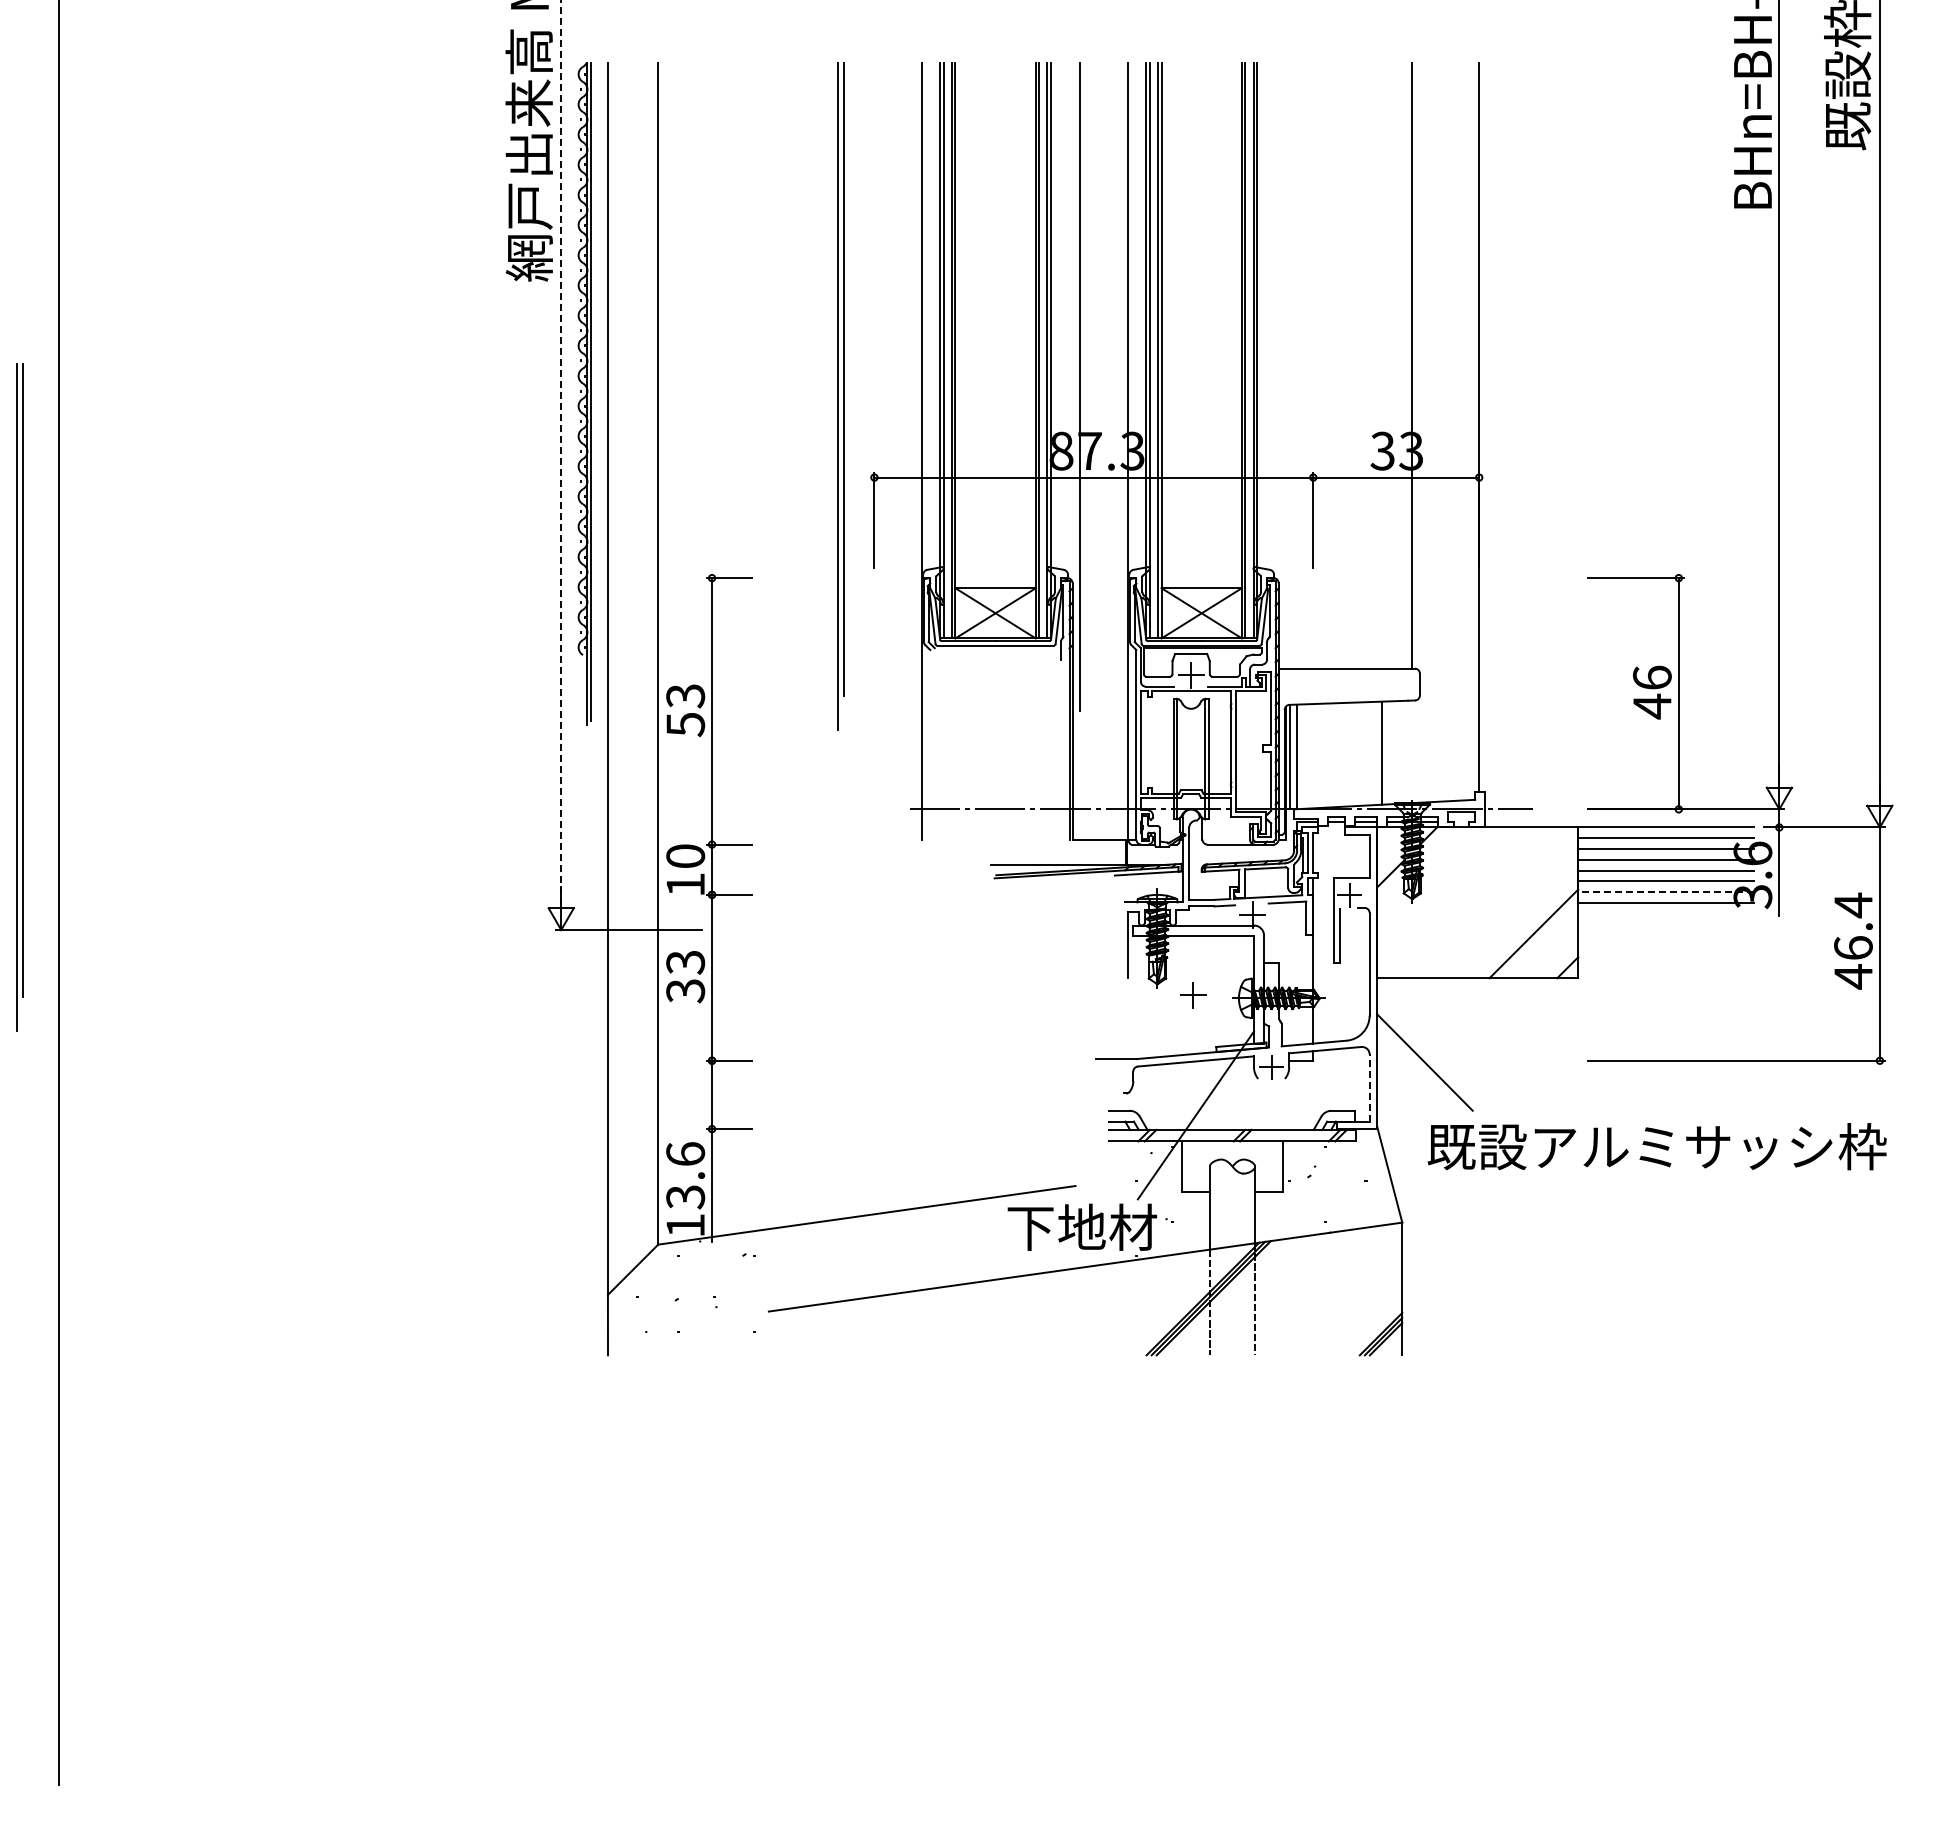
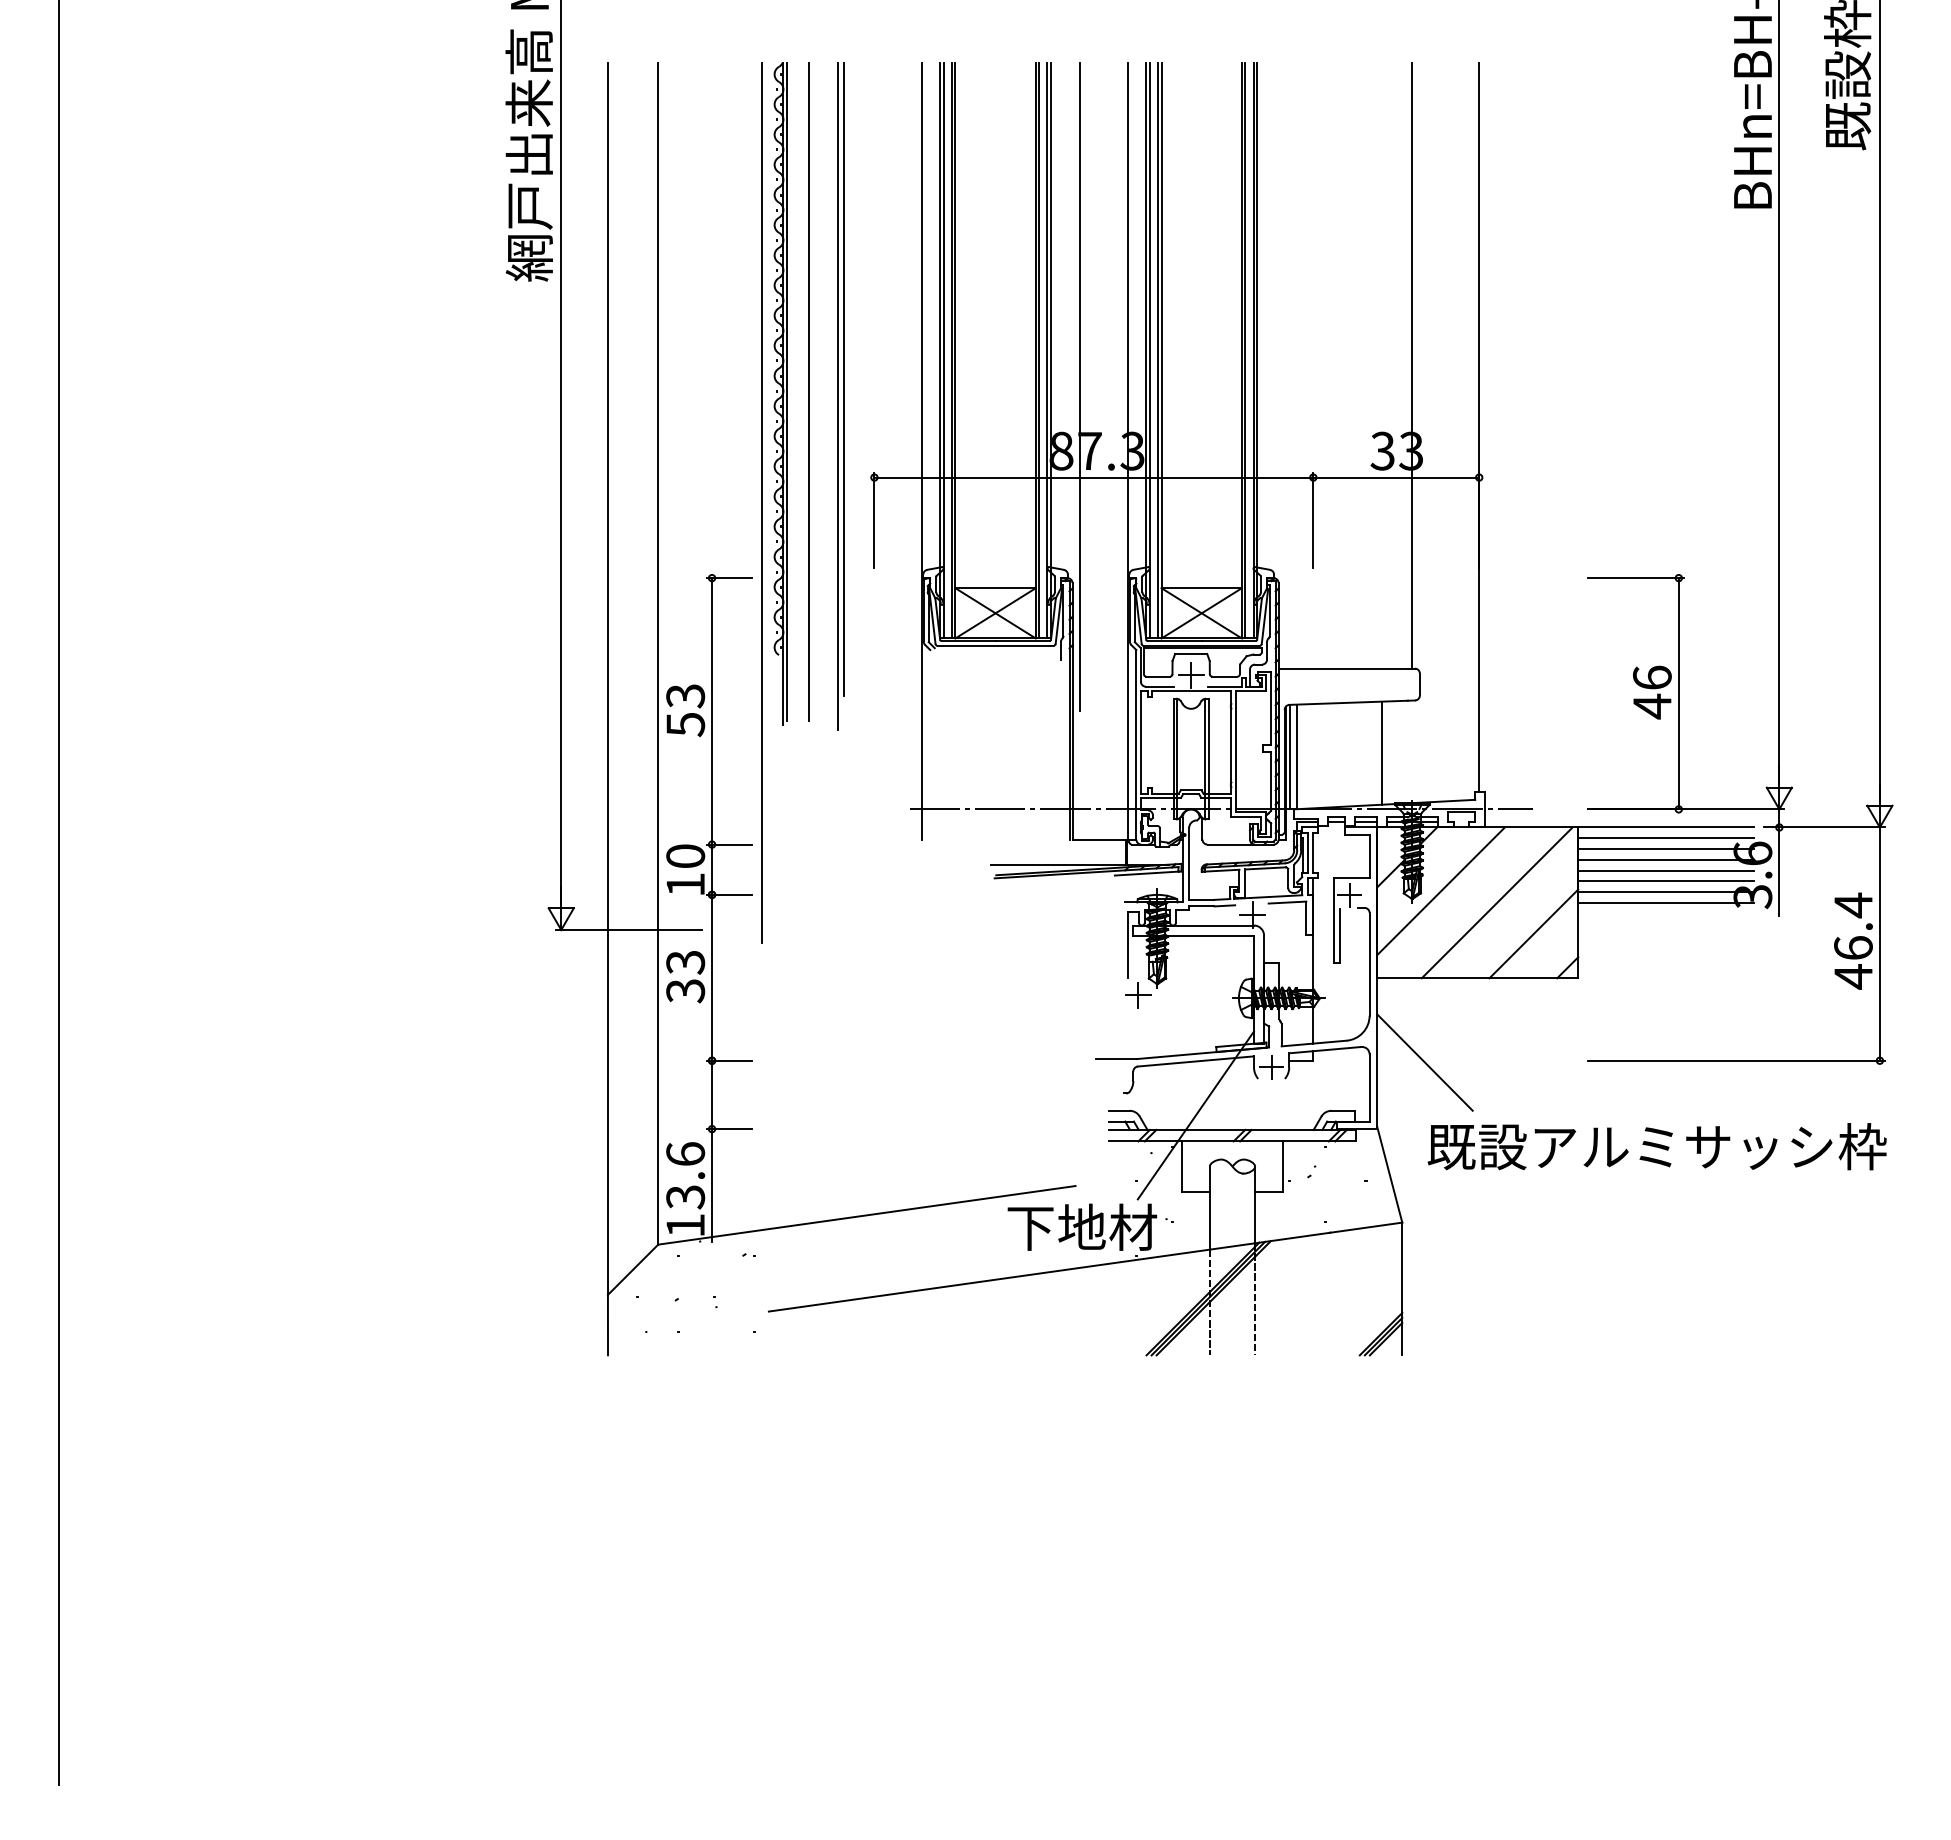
line at (808, 391): none -> present
part at (584, 393) position: (584, 393) -> (780, 393)
line at (561, 451): dashed -> solid
line at (762, 502): none -> present
part at (19, 697): present -> none
line at (1440, 891): none -> present
line at (1666, 892): dashed -> solid
line at (1496, 902): none -> present
part at (1193, 995) position: (1193, 995) -> (1138, 995)
line at (1369, 1088): dashed -> solid
